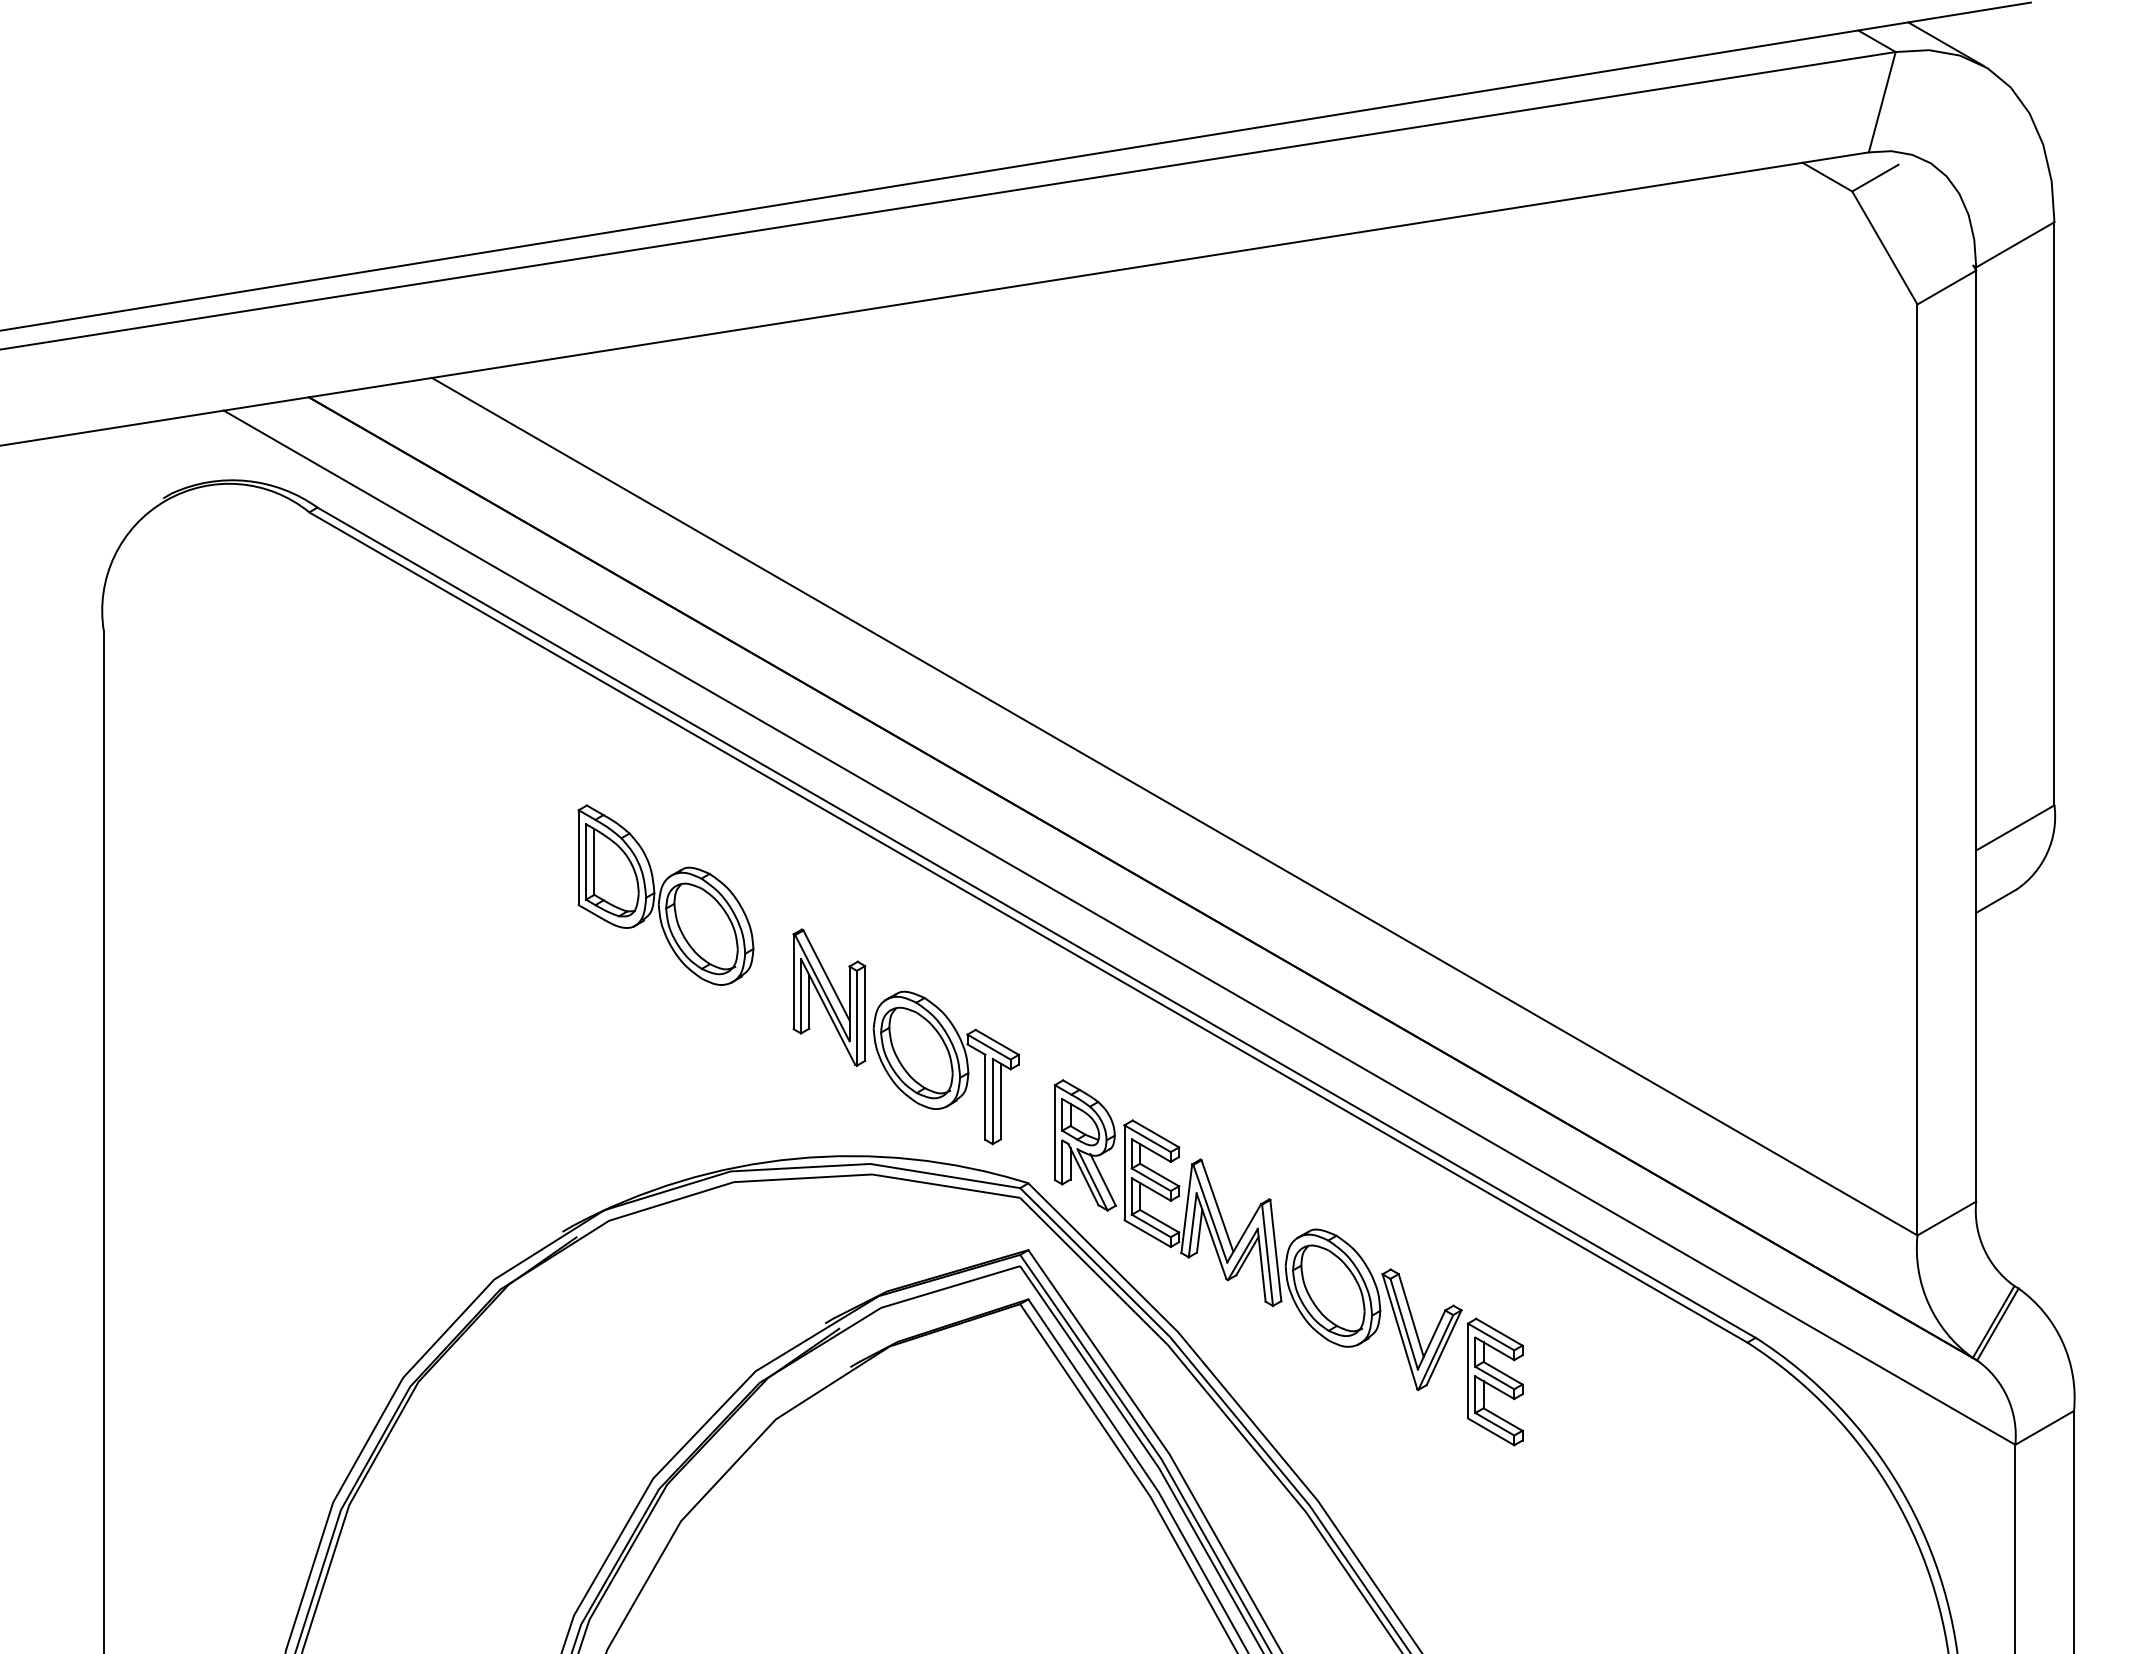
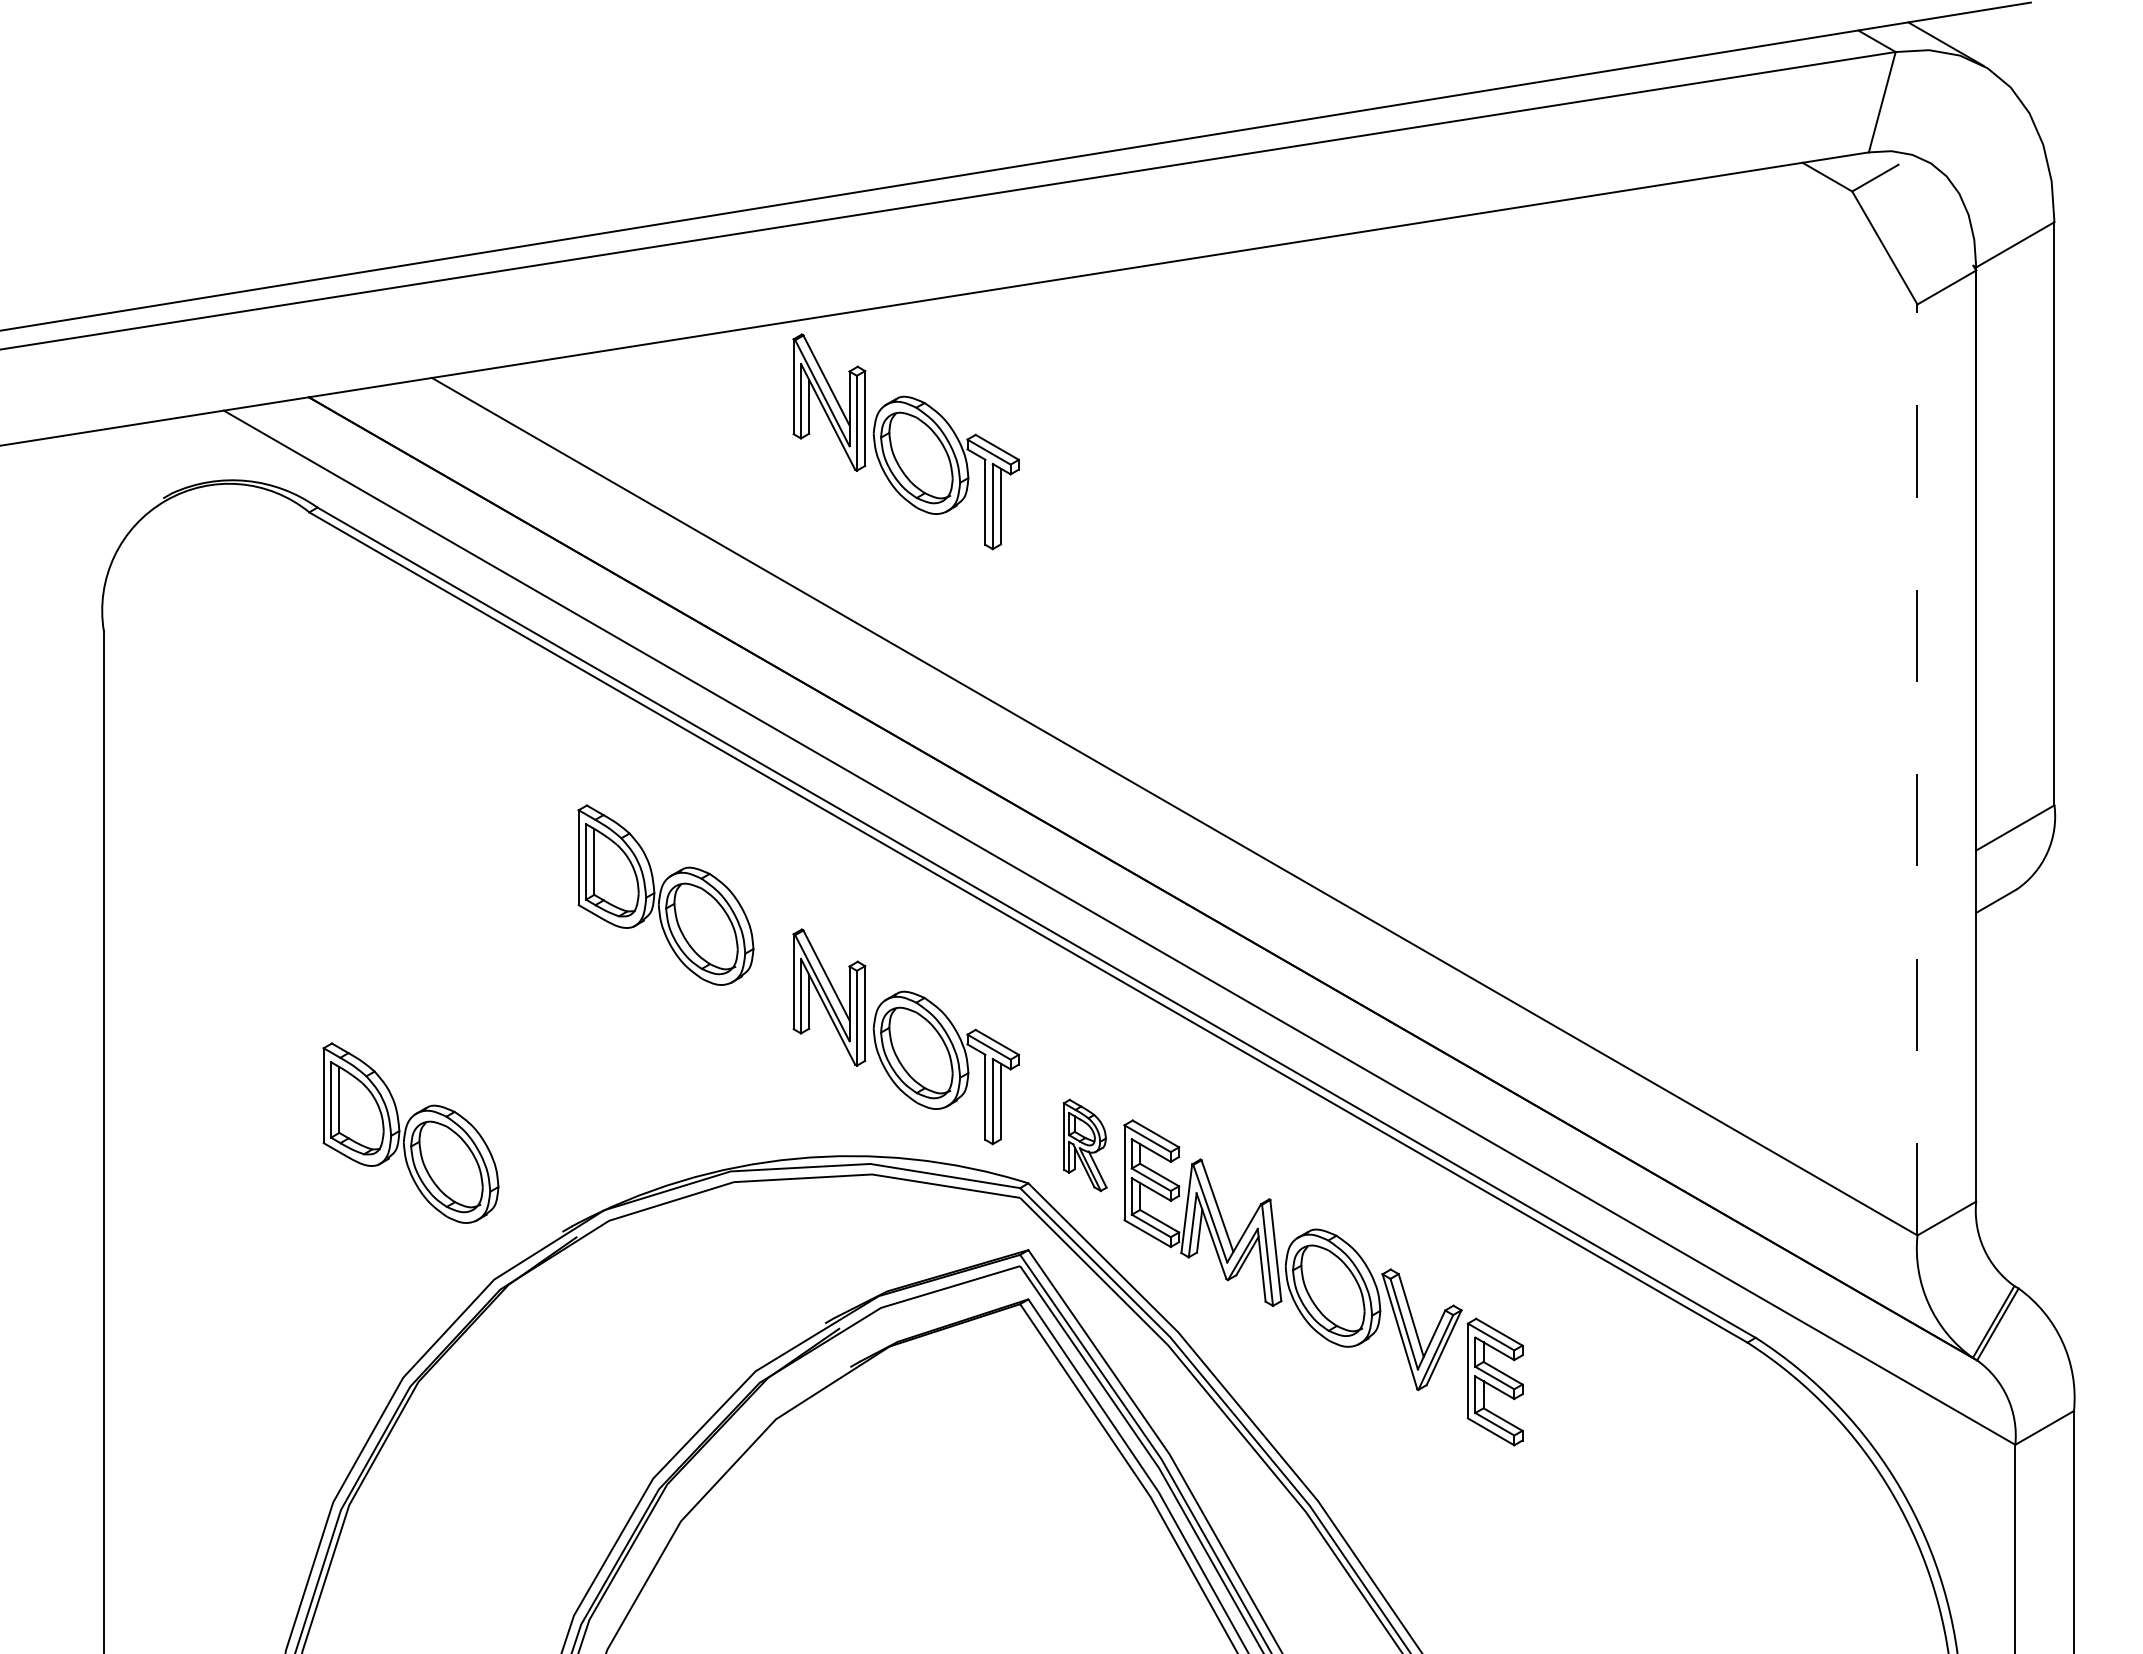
part at (905, 441): none -> present
line at (1917, 769): solid -> dashed
part at (410, 1132): none -> present
part at (1084, 1145) size: 64x133 px -> 46x95 px
